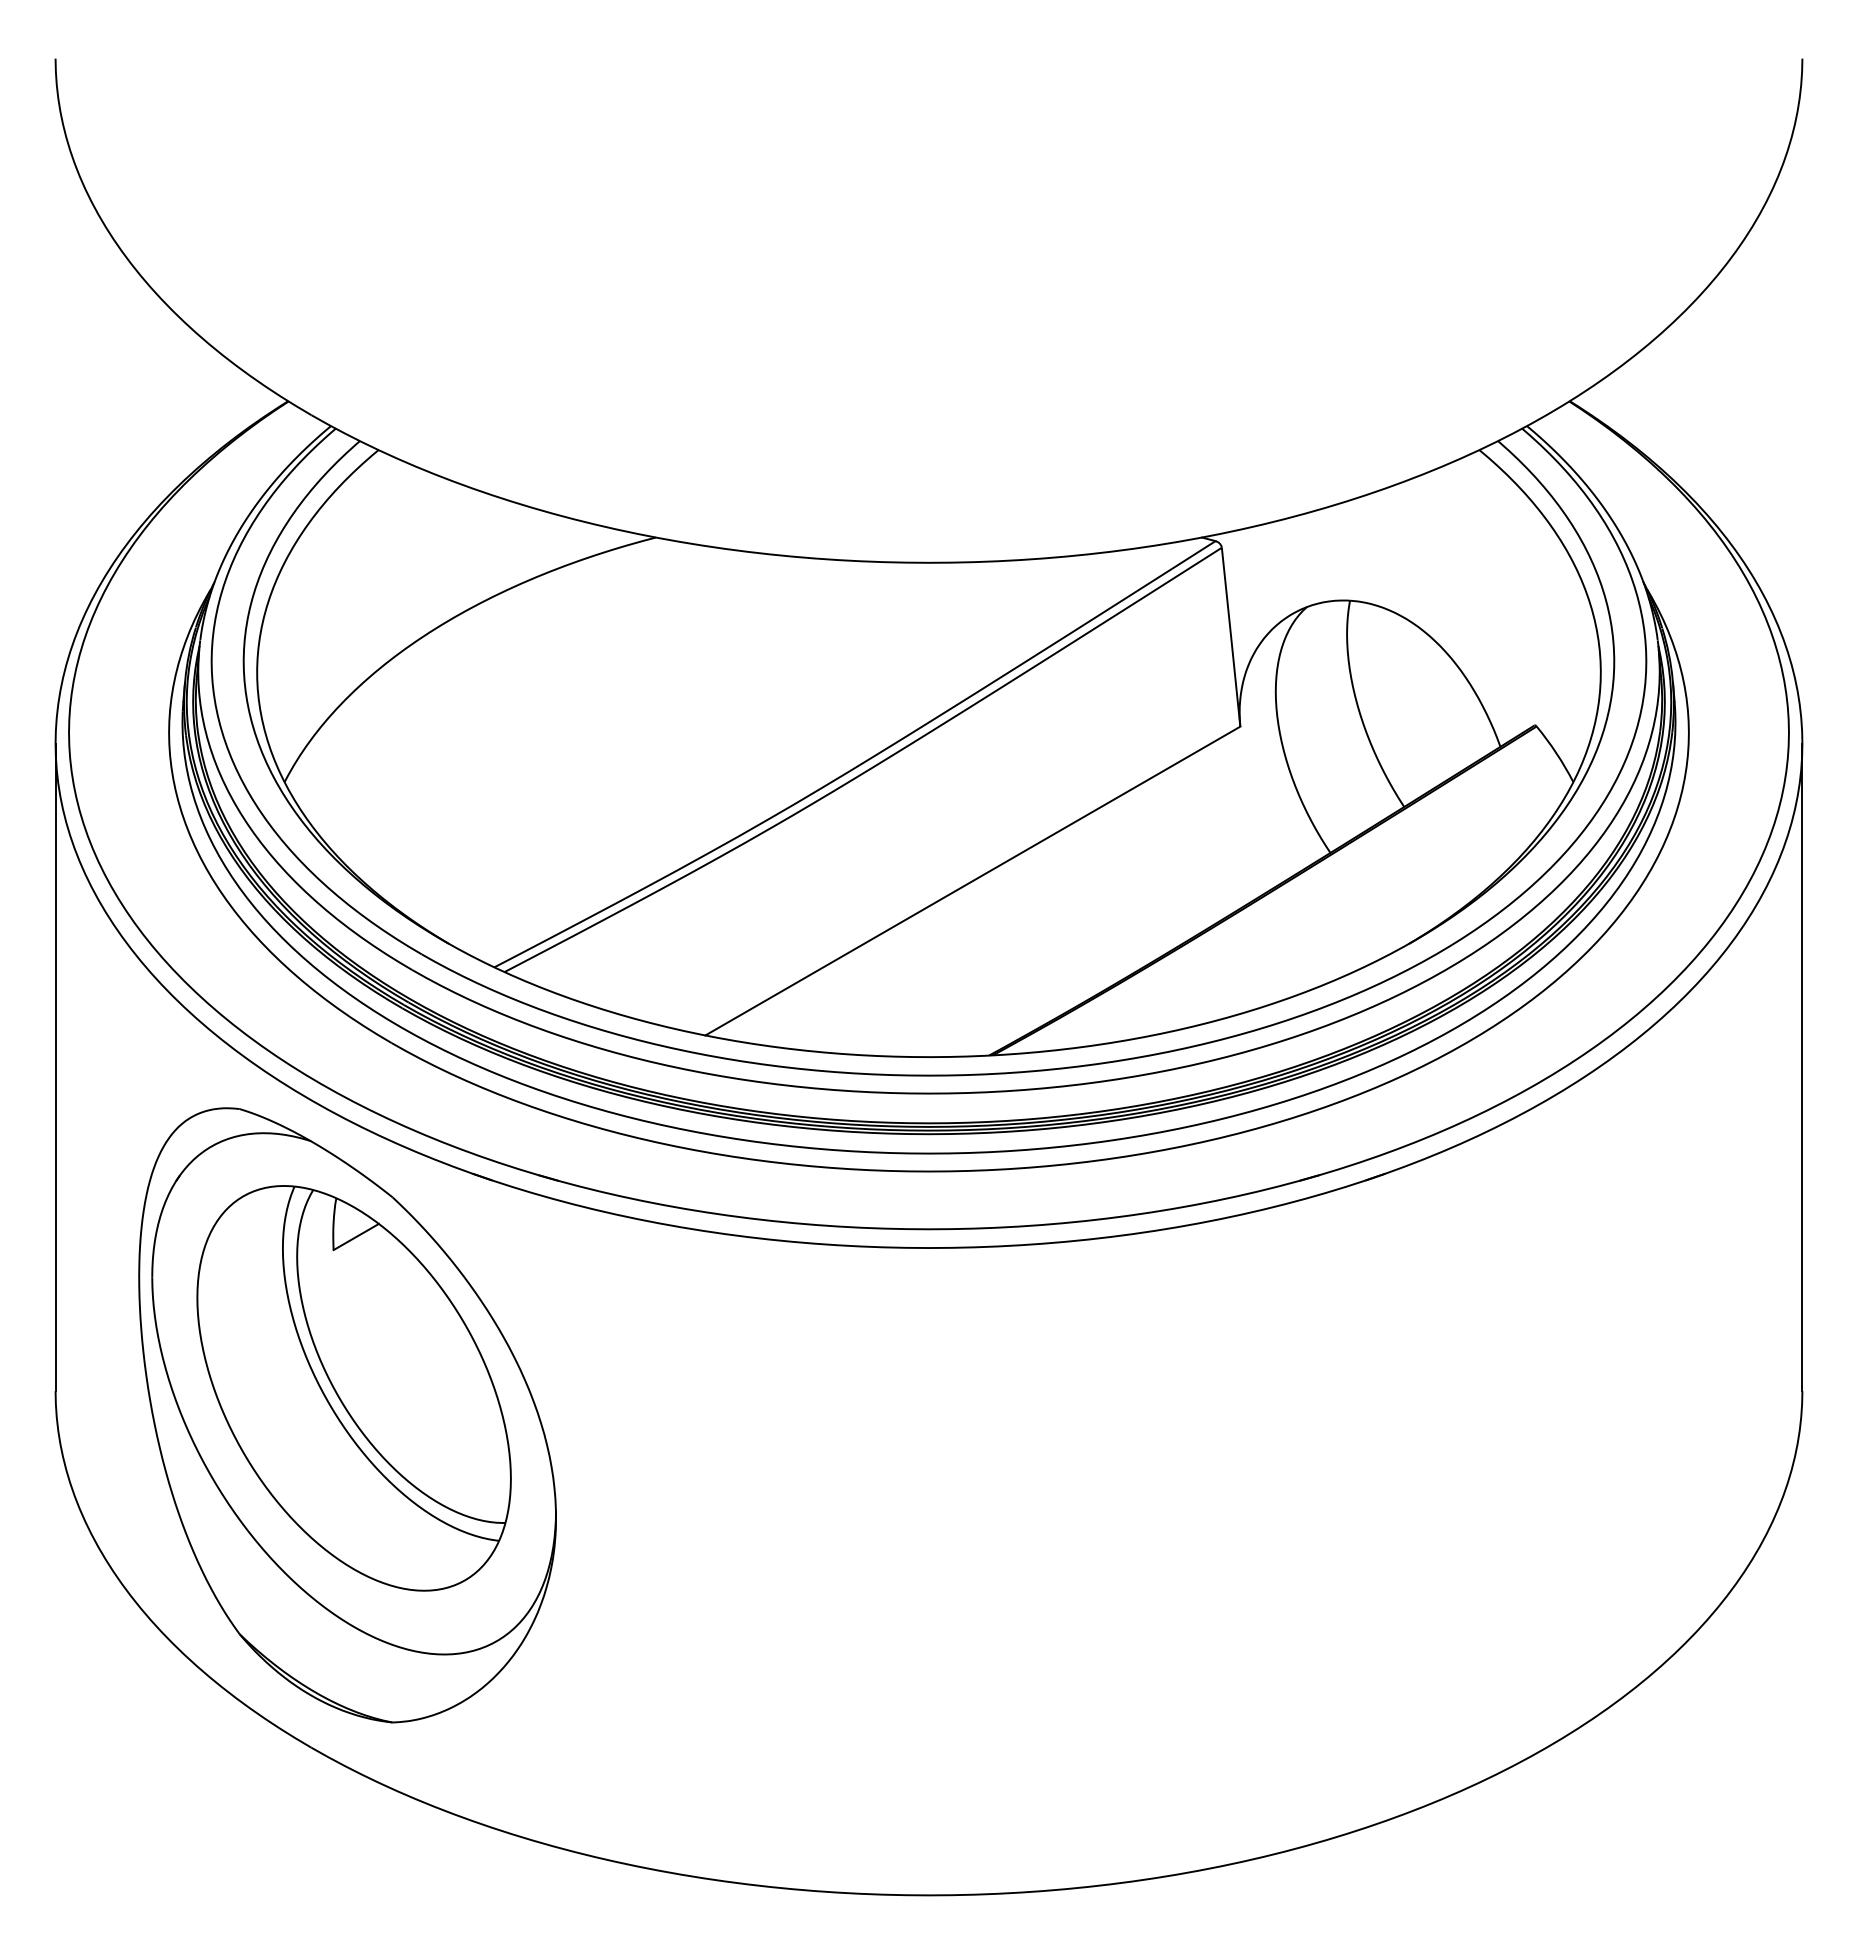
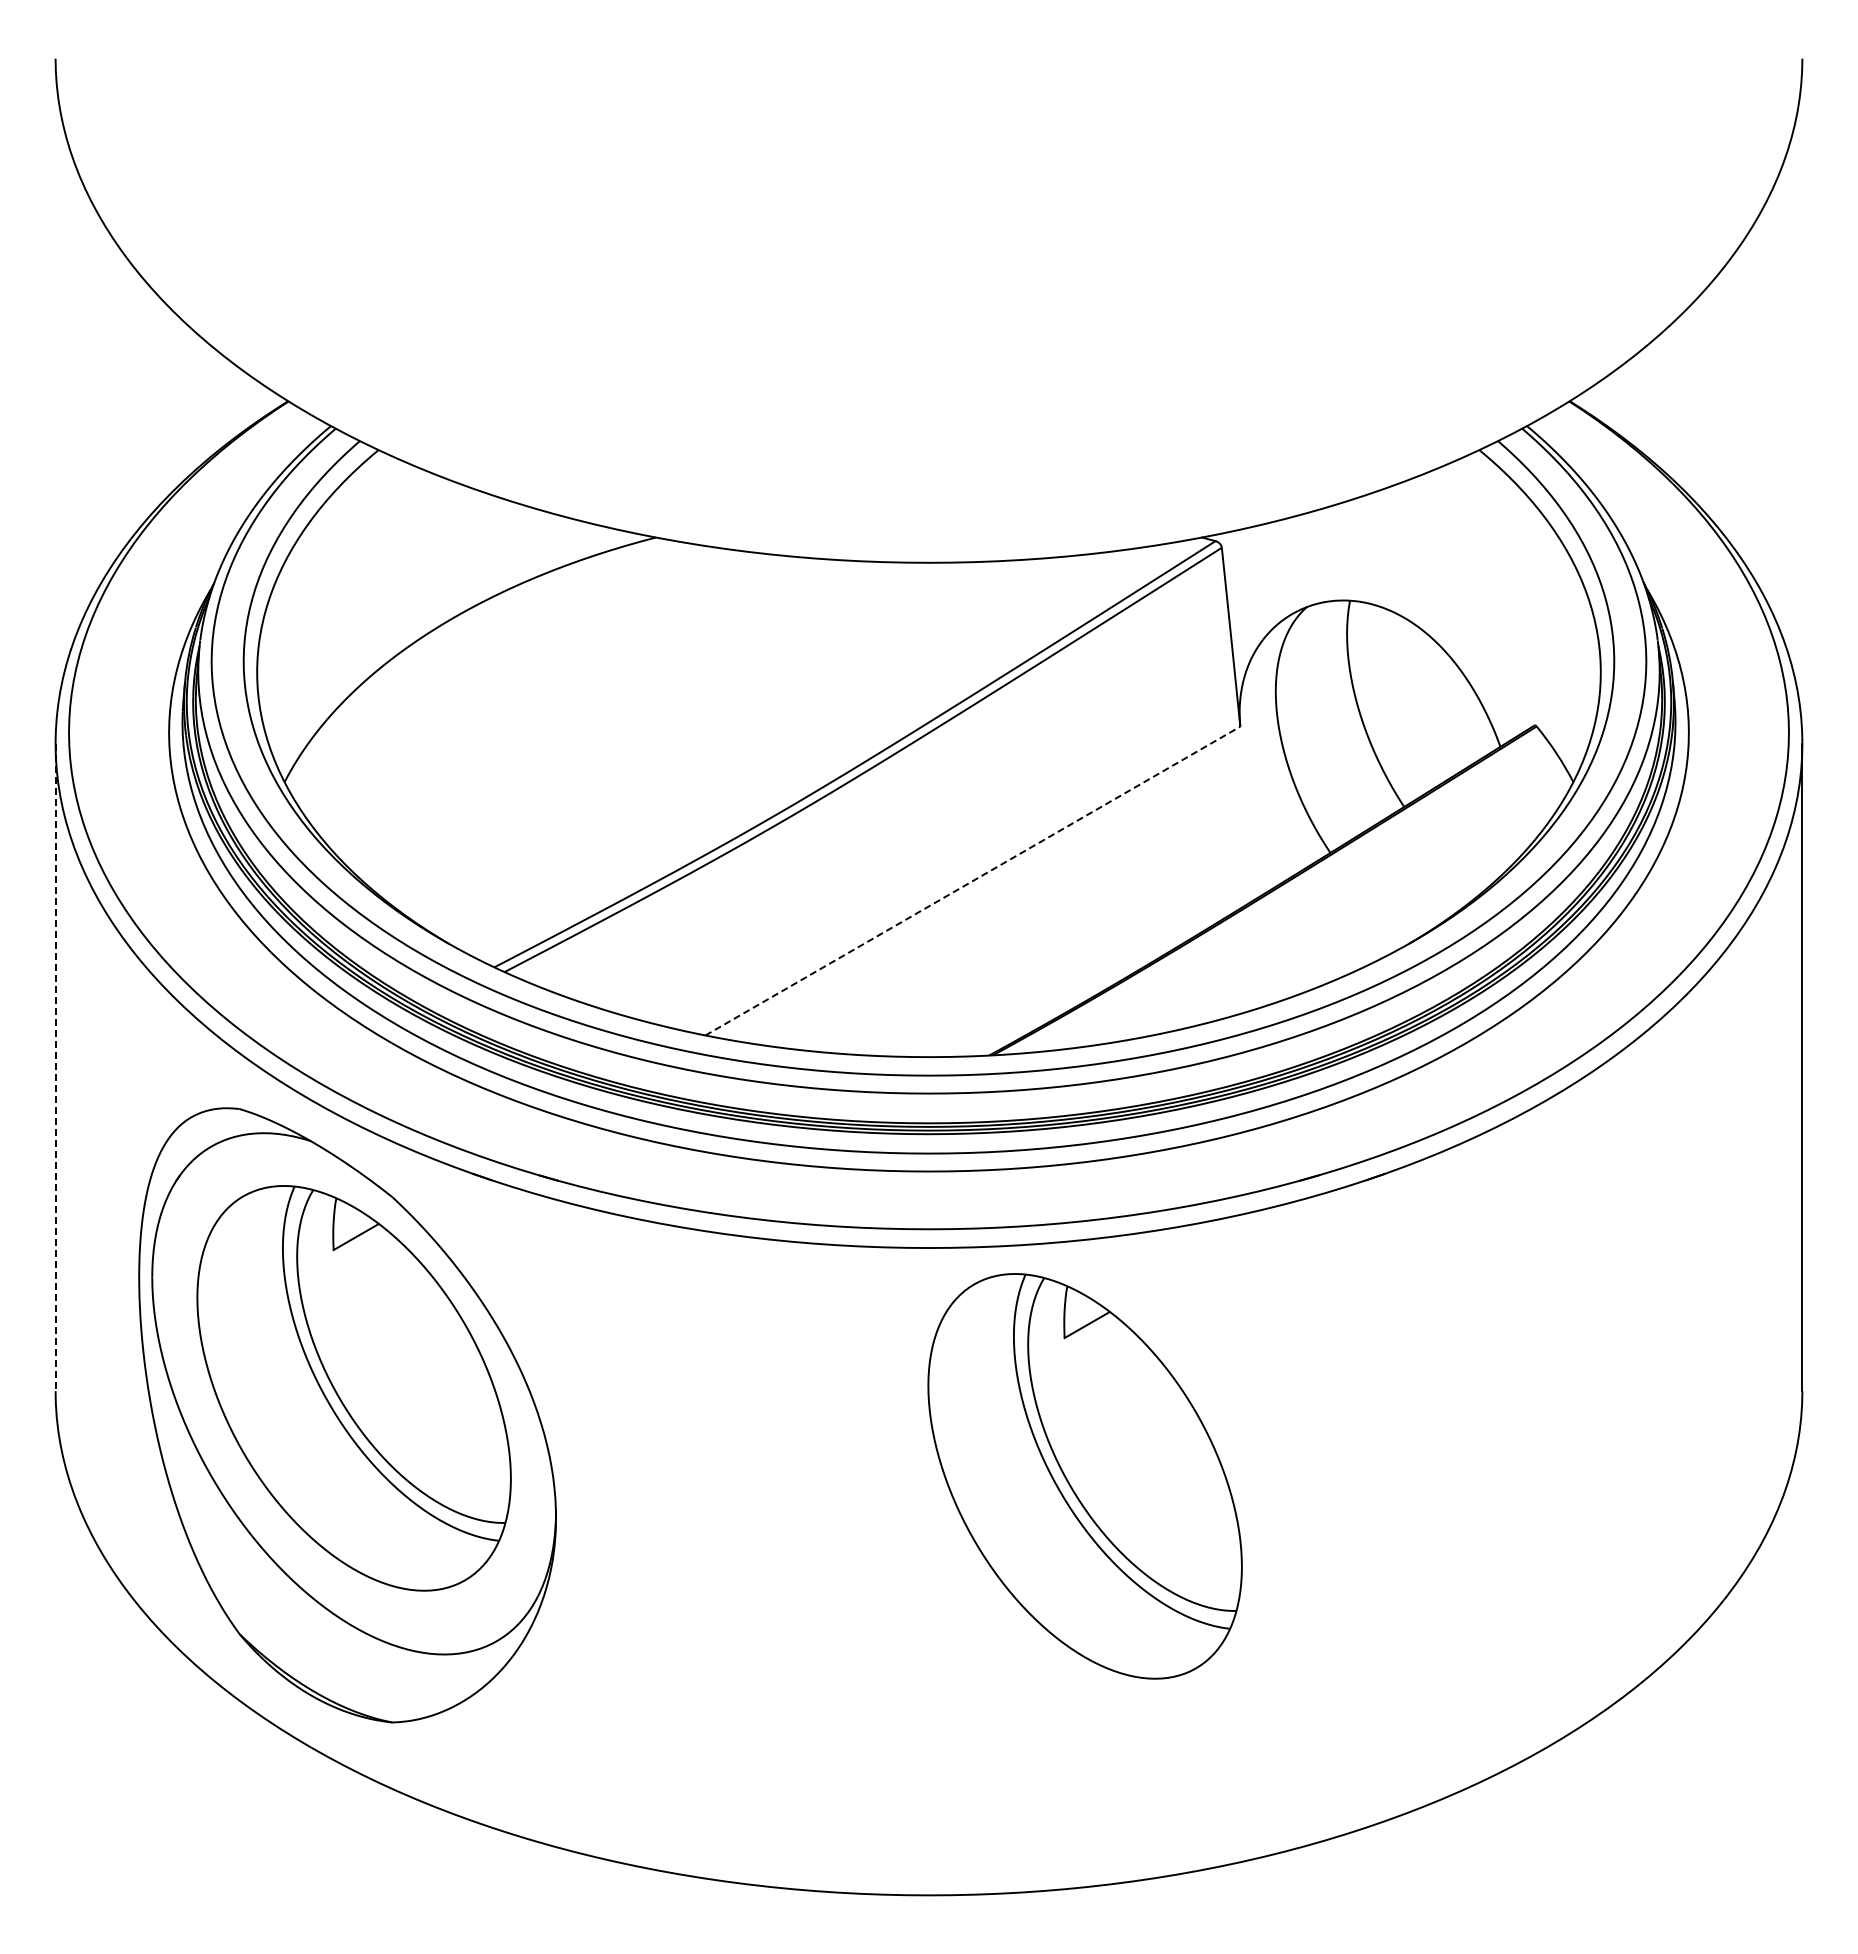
line at (972, 881): solid -> dashed
line at (55, 1067): solid -> dashed
part at (1084, 1476): none -> present
